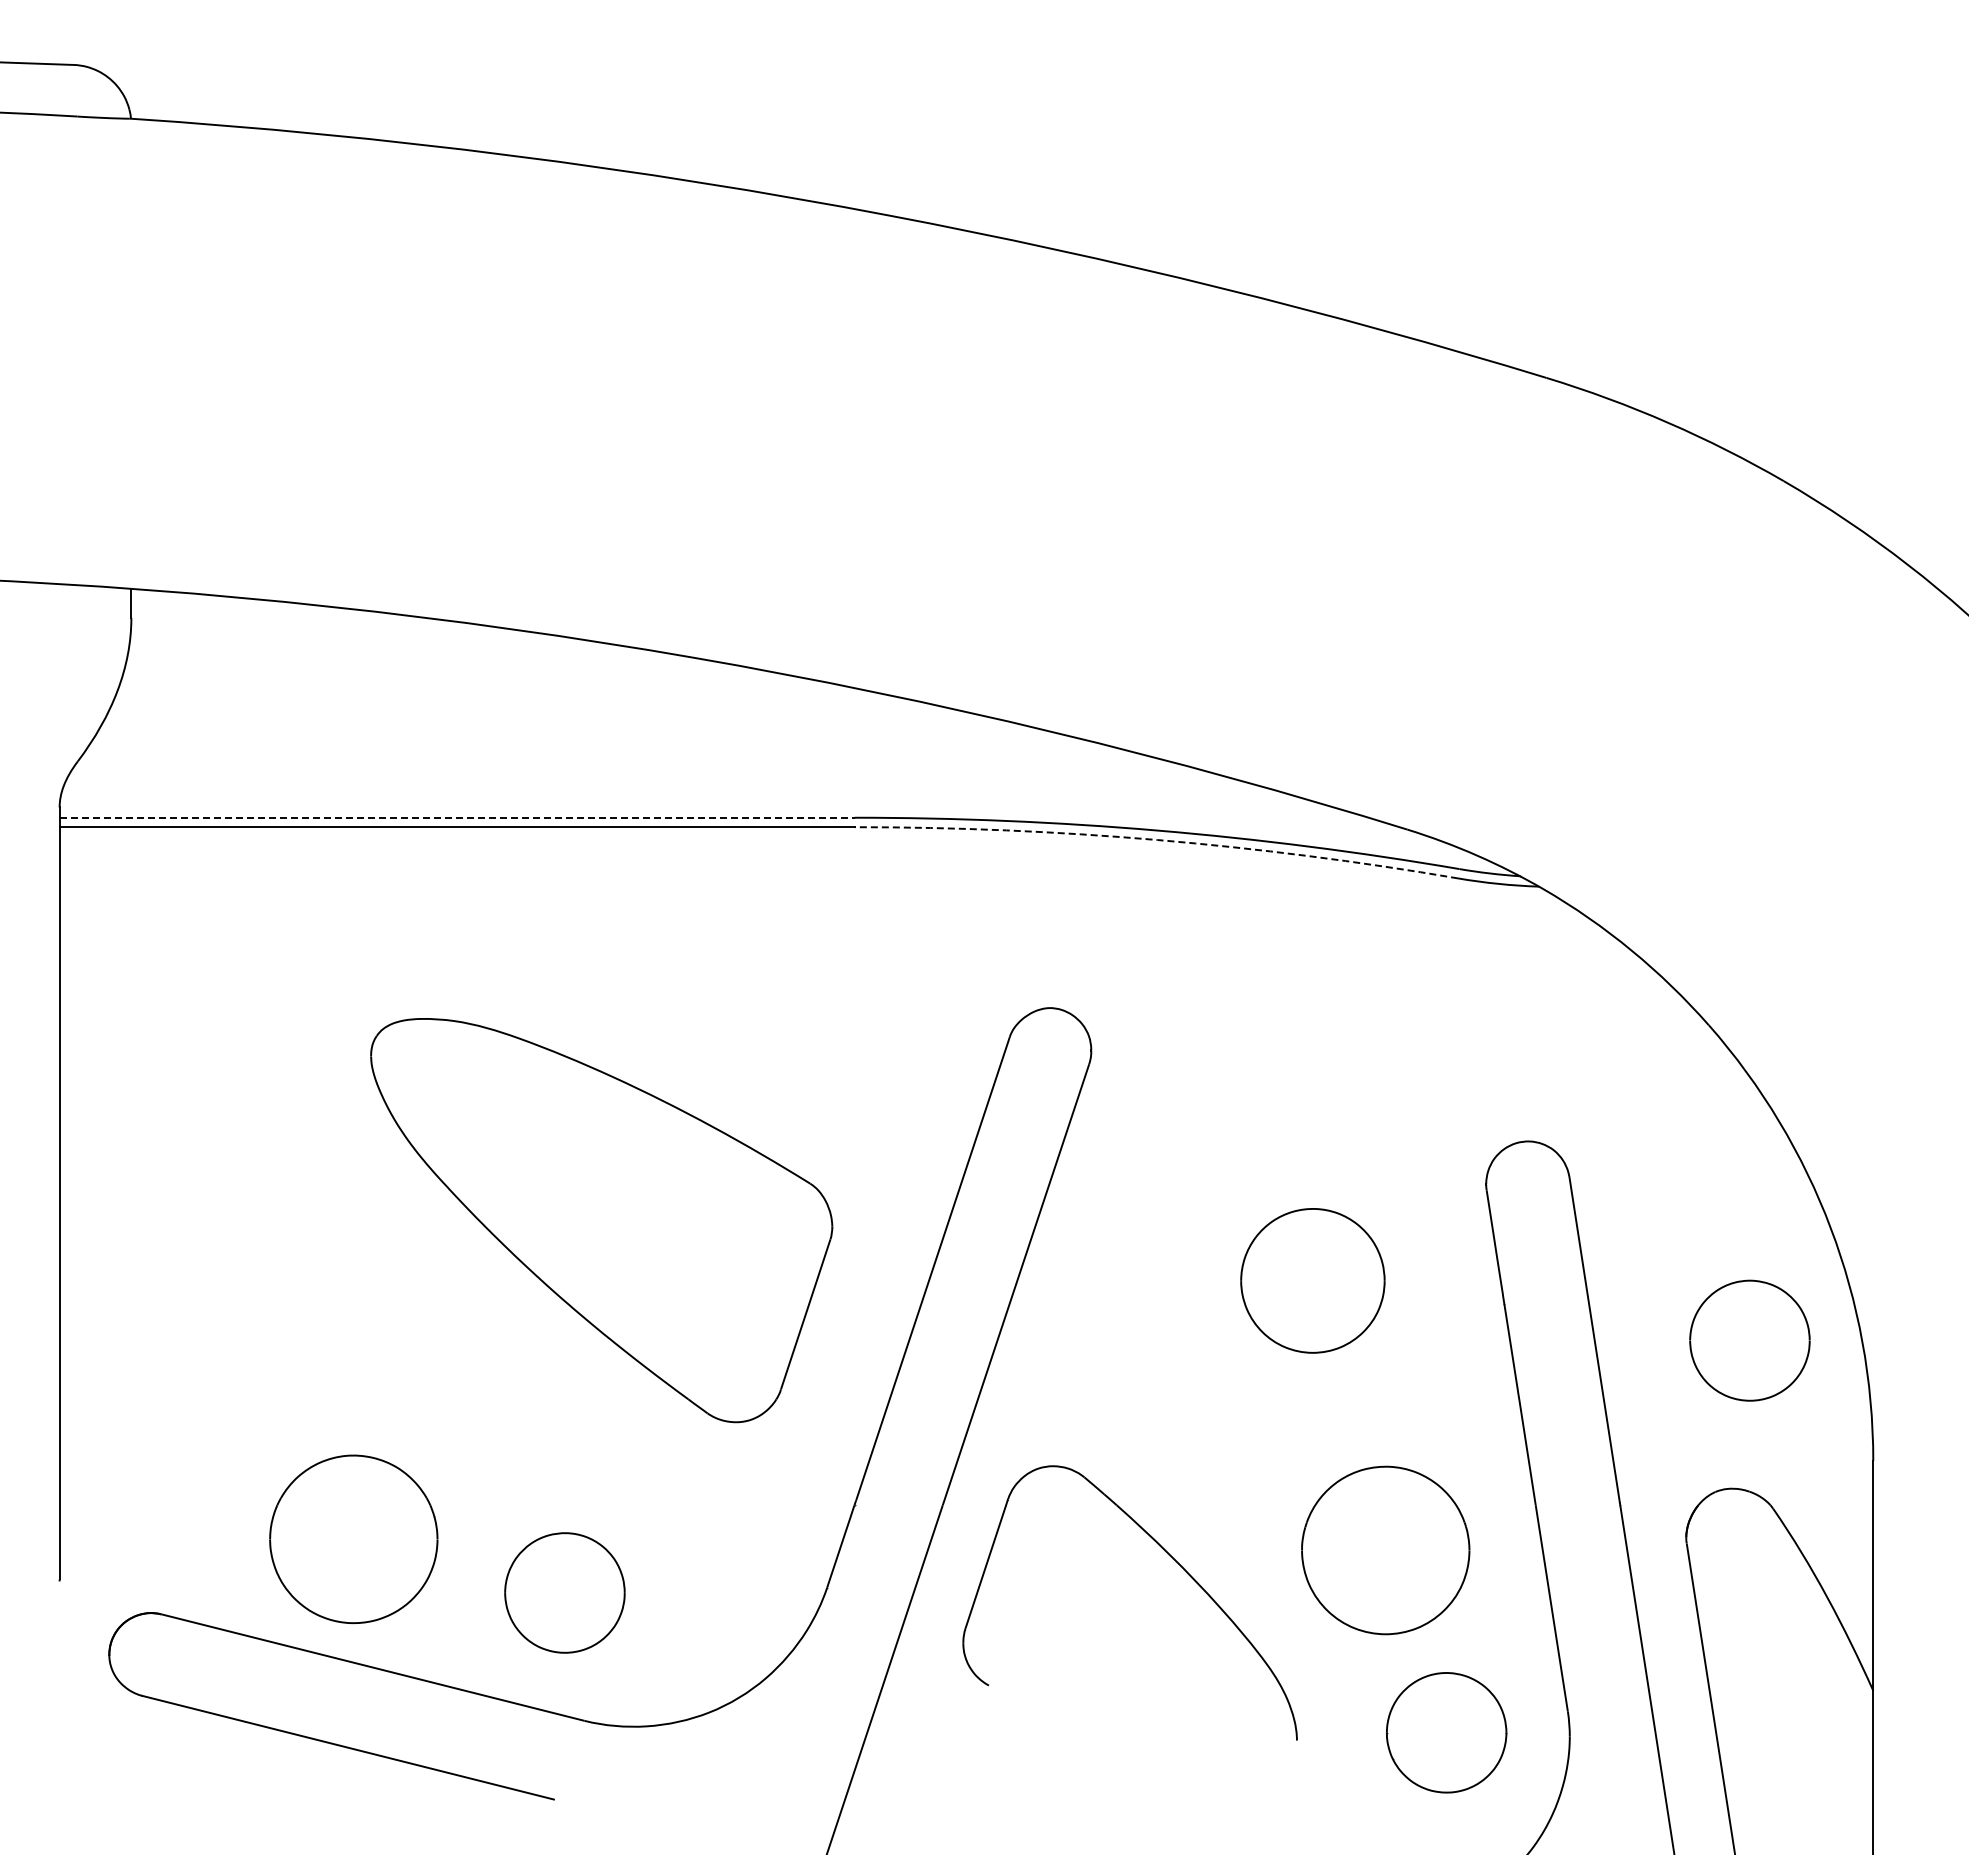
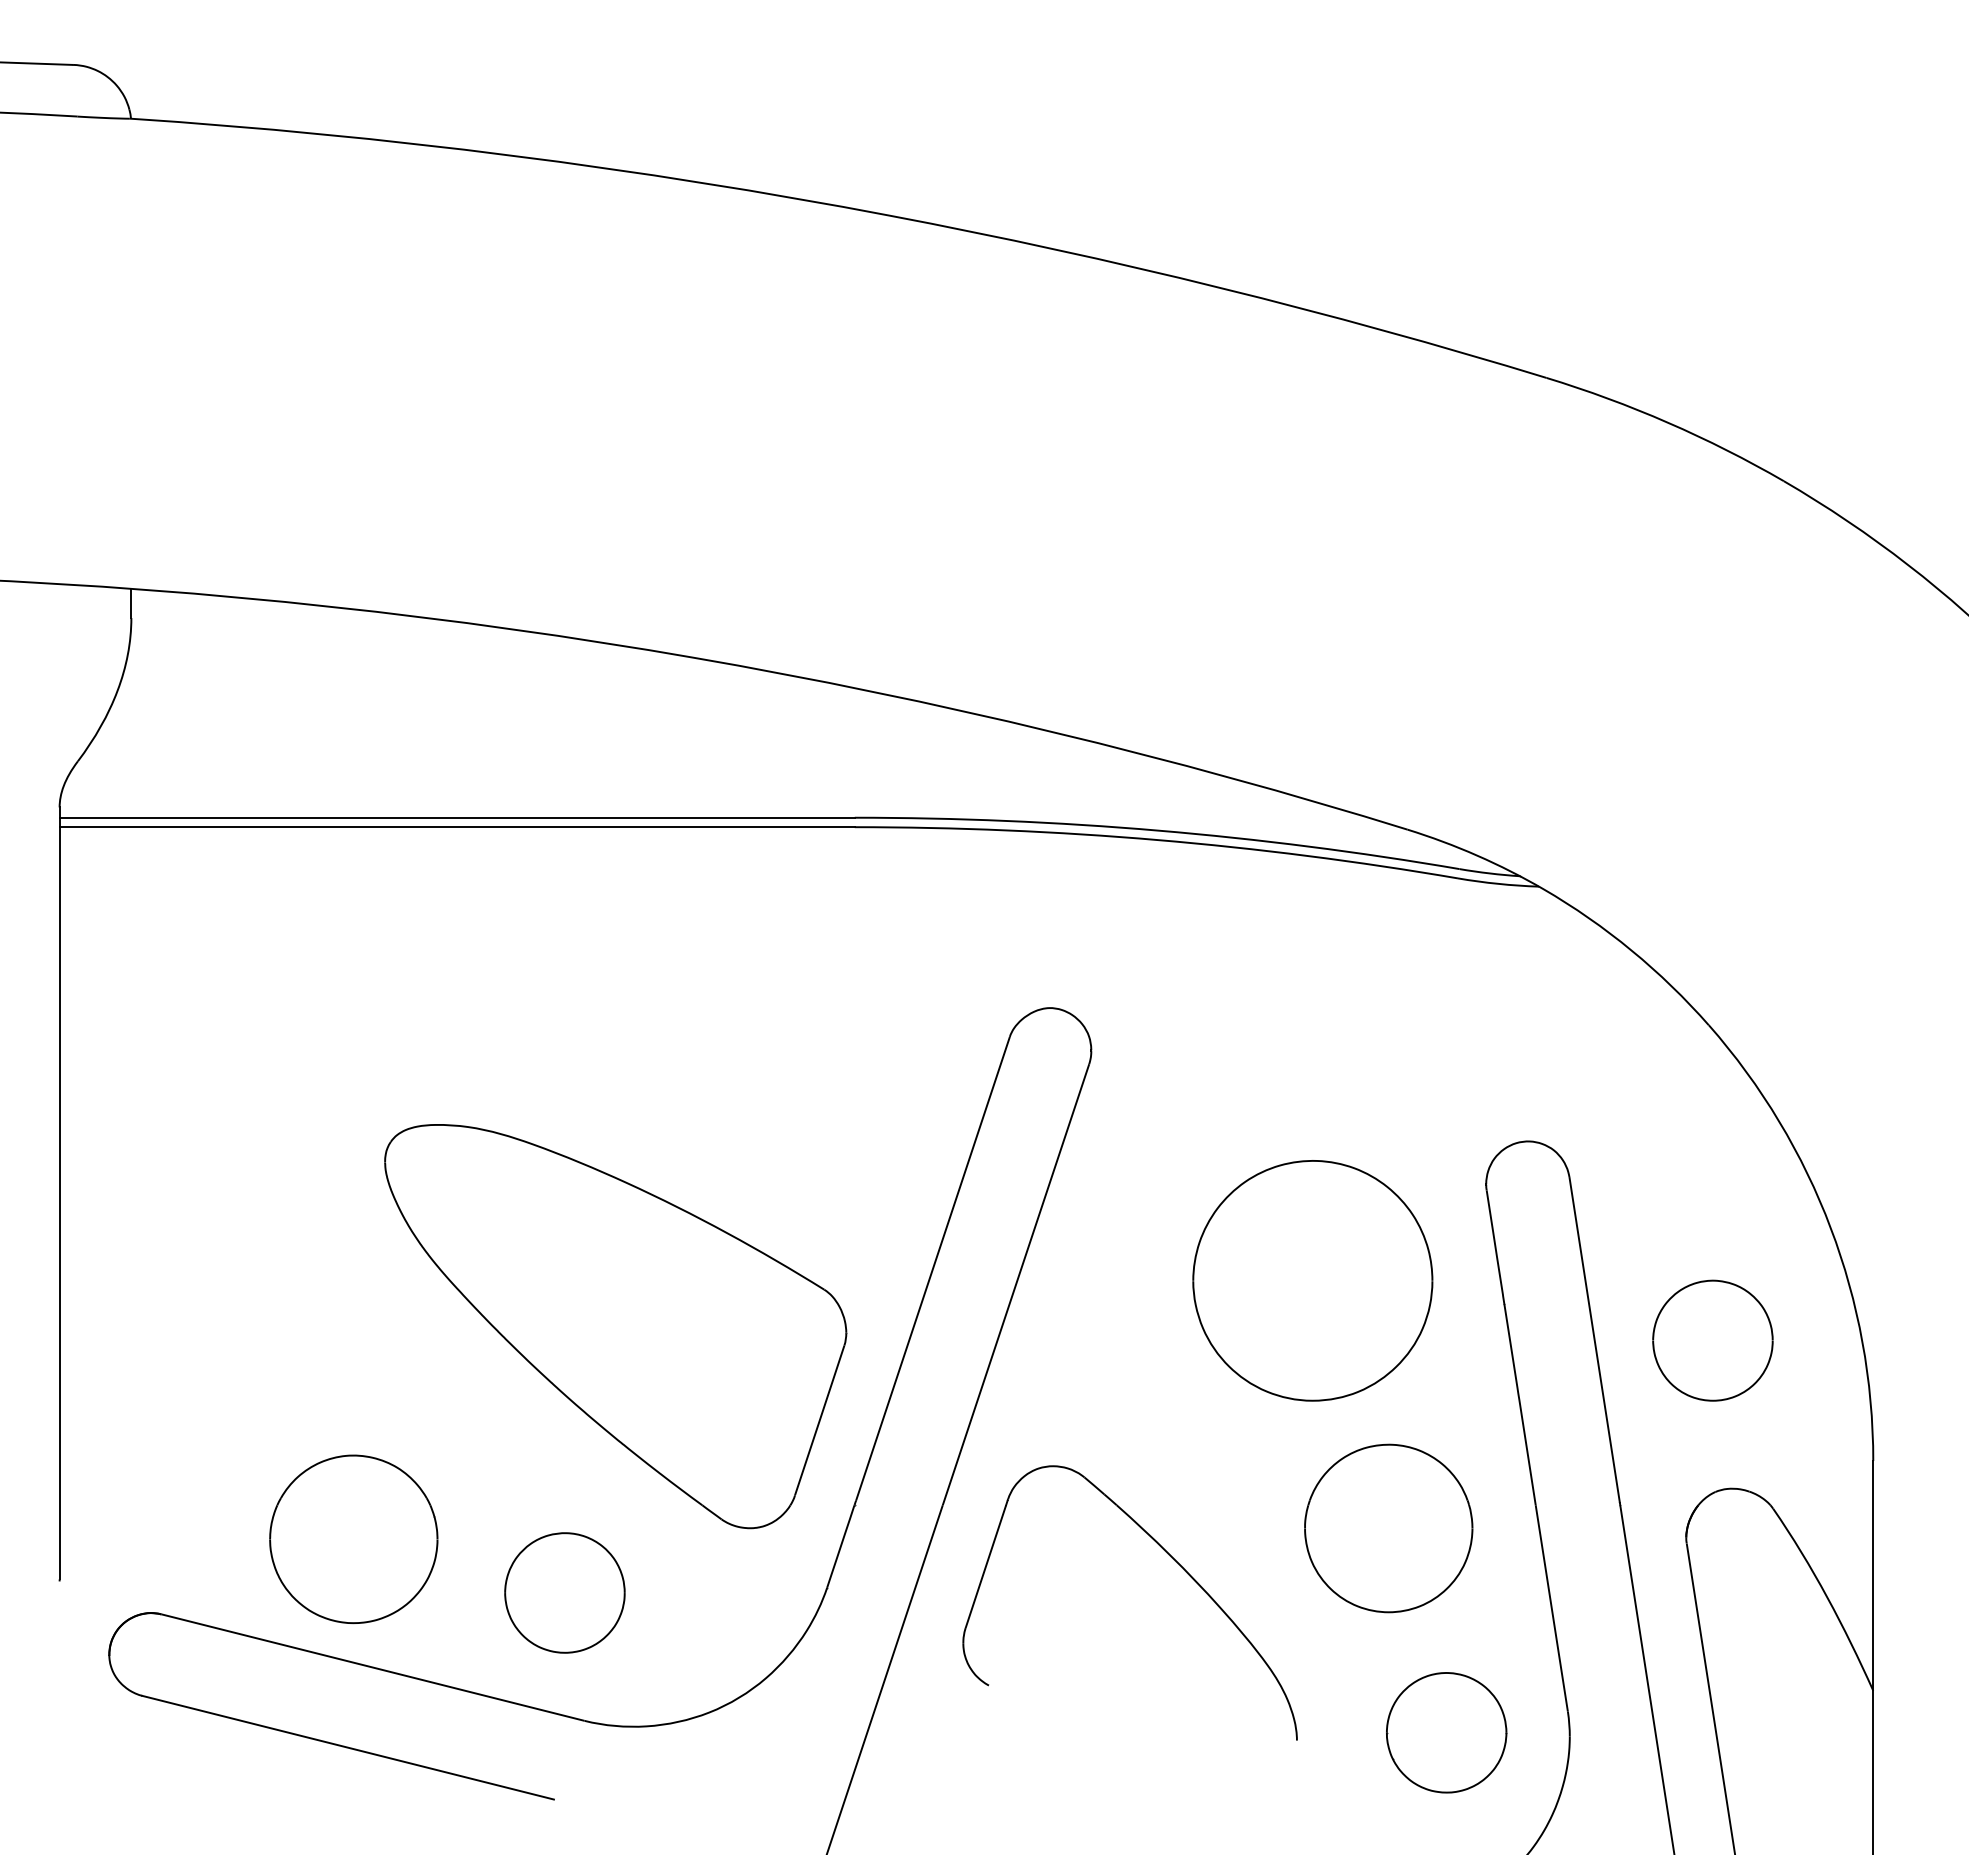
line at (457, 817): dashed -> solid
arc at (1157, 840): dashed -> solid
part at (601, 1220) position: (601, 1220) -> (615, 1326)
part at (1312, 1280) size: 146x146 px -> 242x242 px
part at (1749, 1340) position: (1749, 1340) -> (1712, 1340)
part at (1385, 1550) position: (1385, 1550) -> (1388, 1528)
